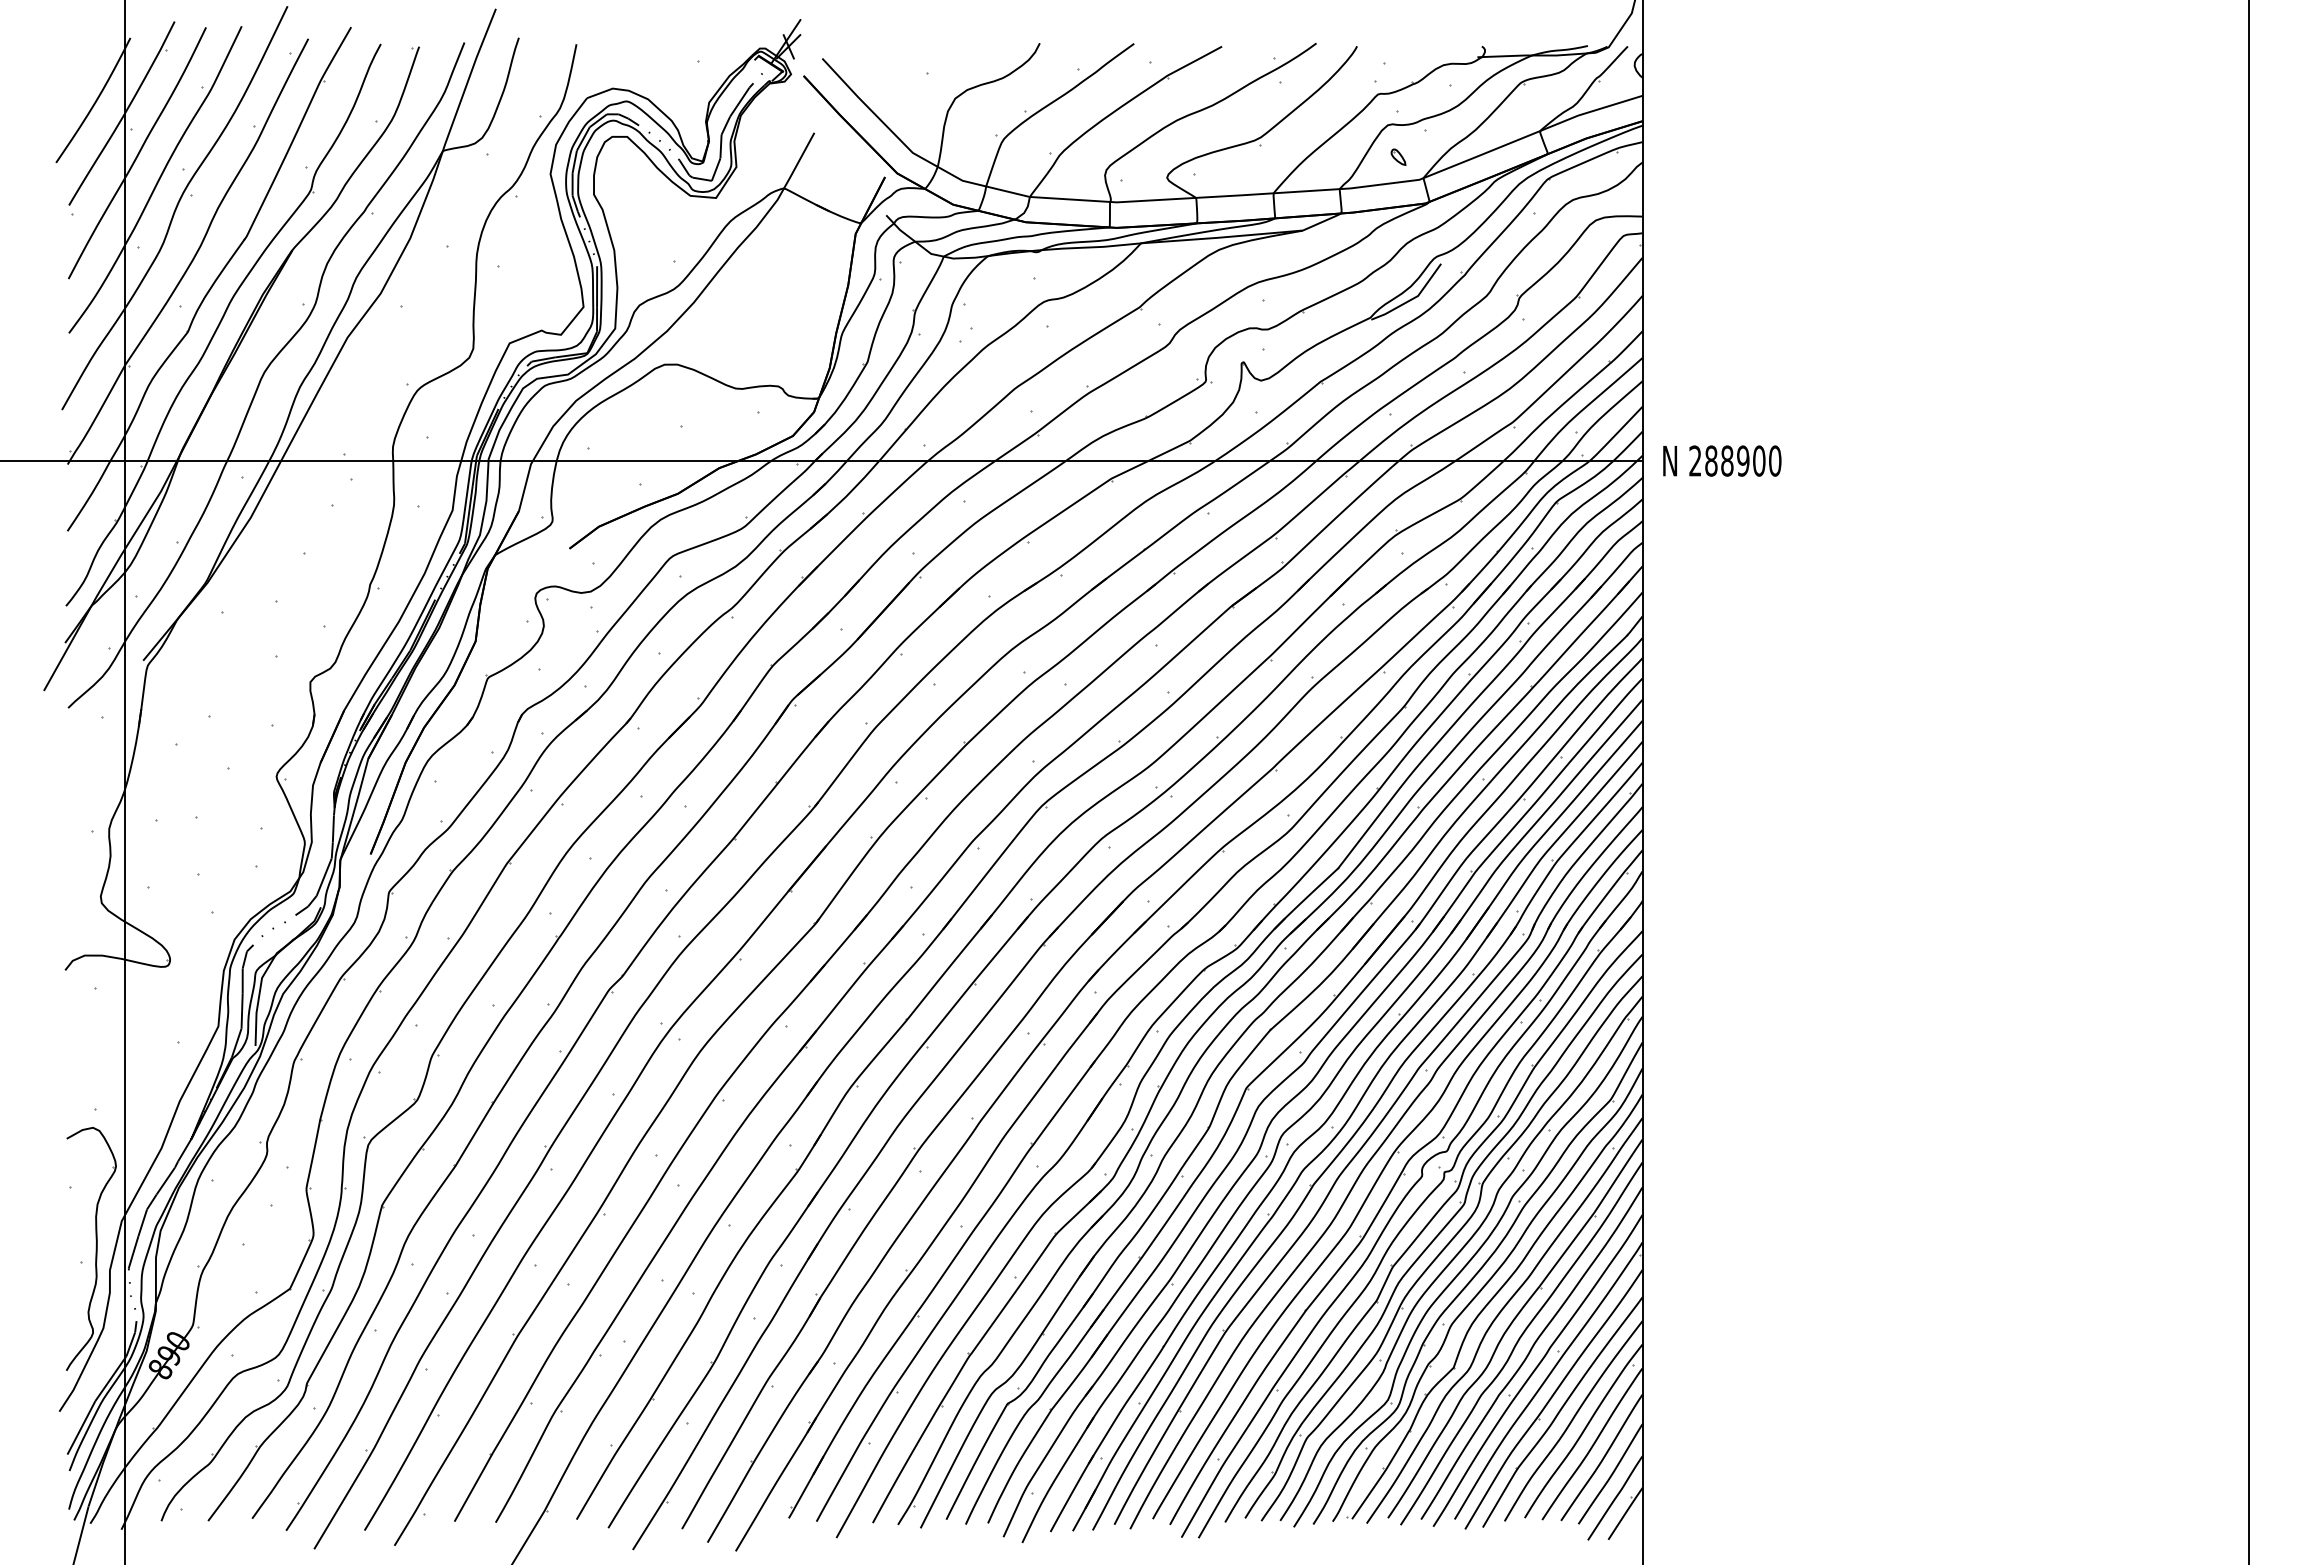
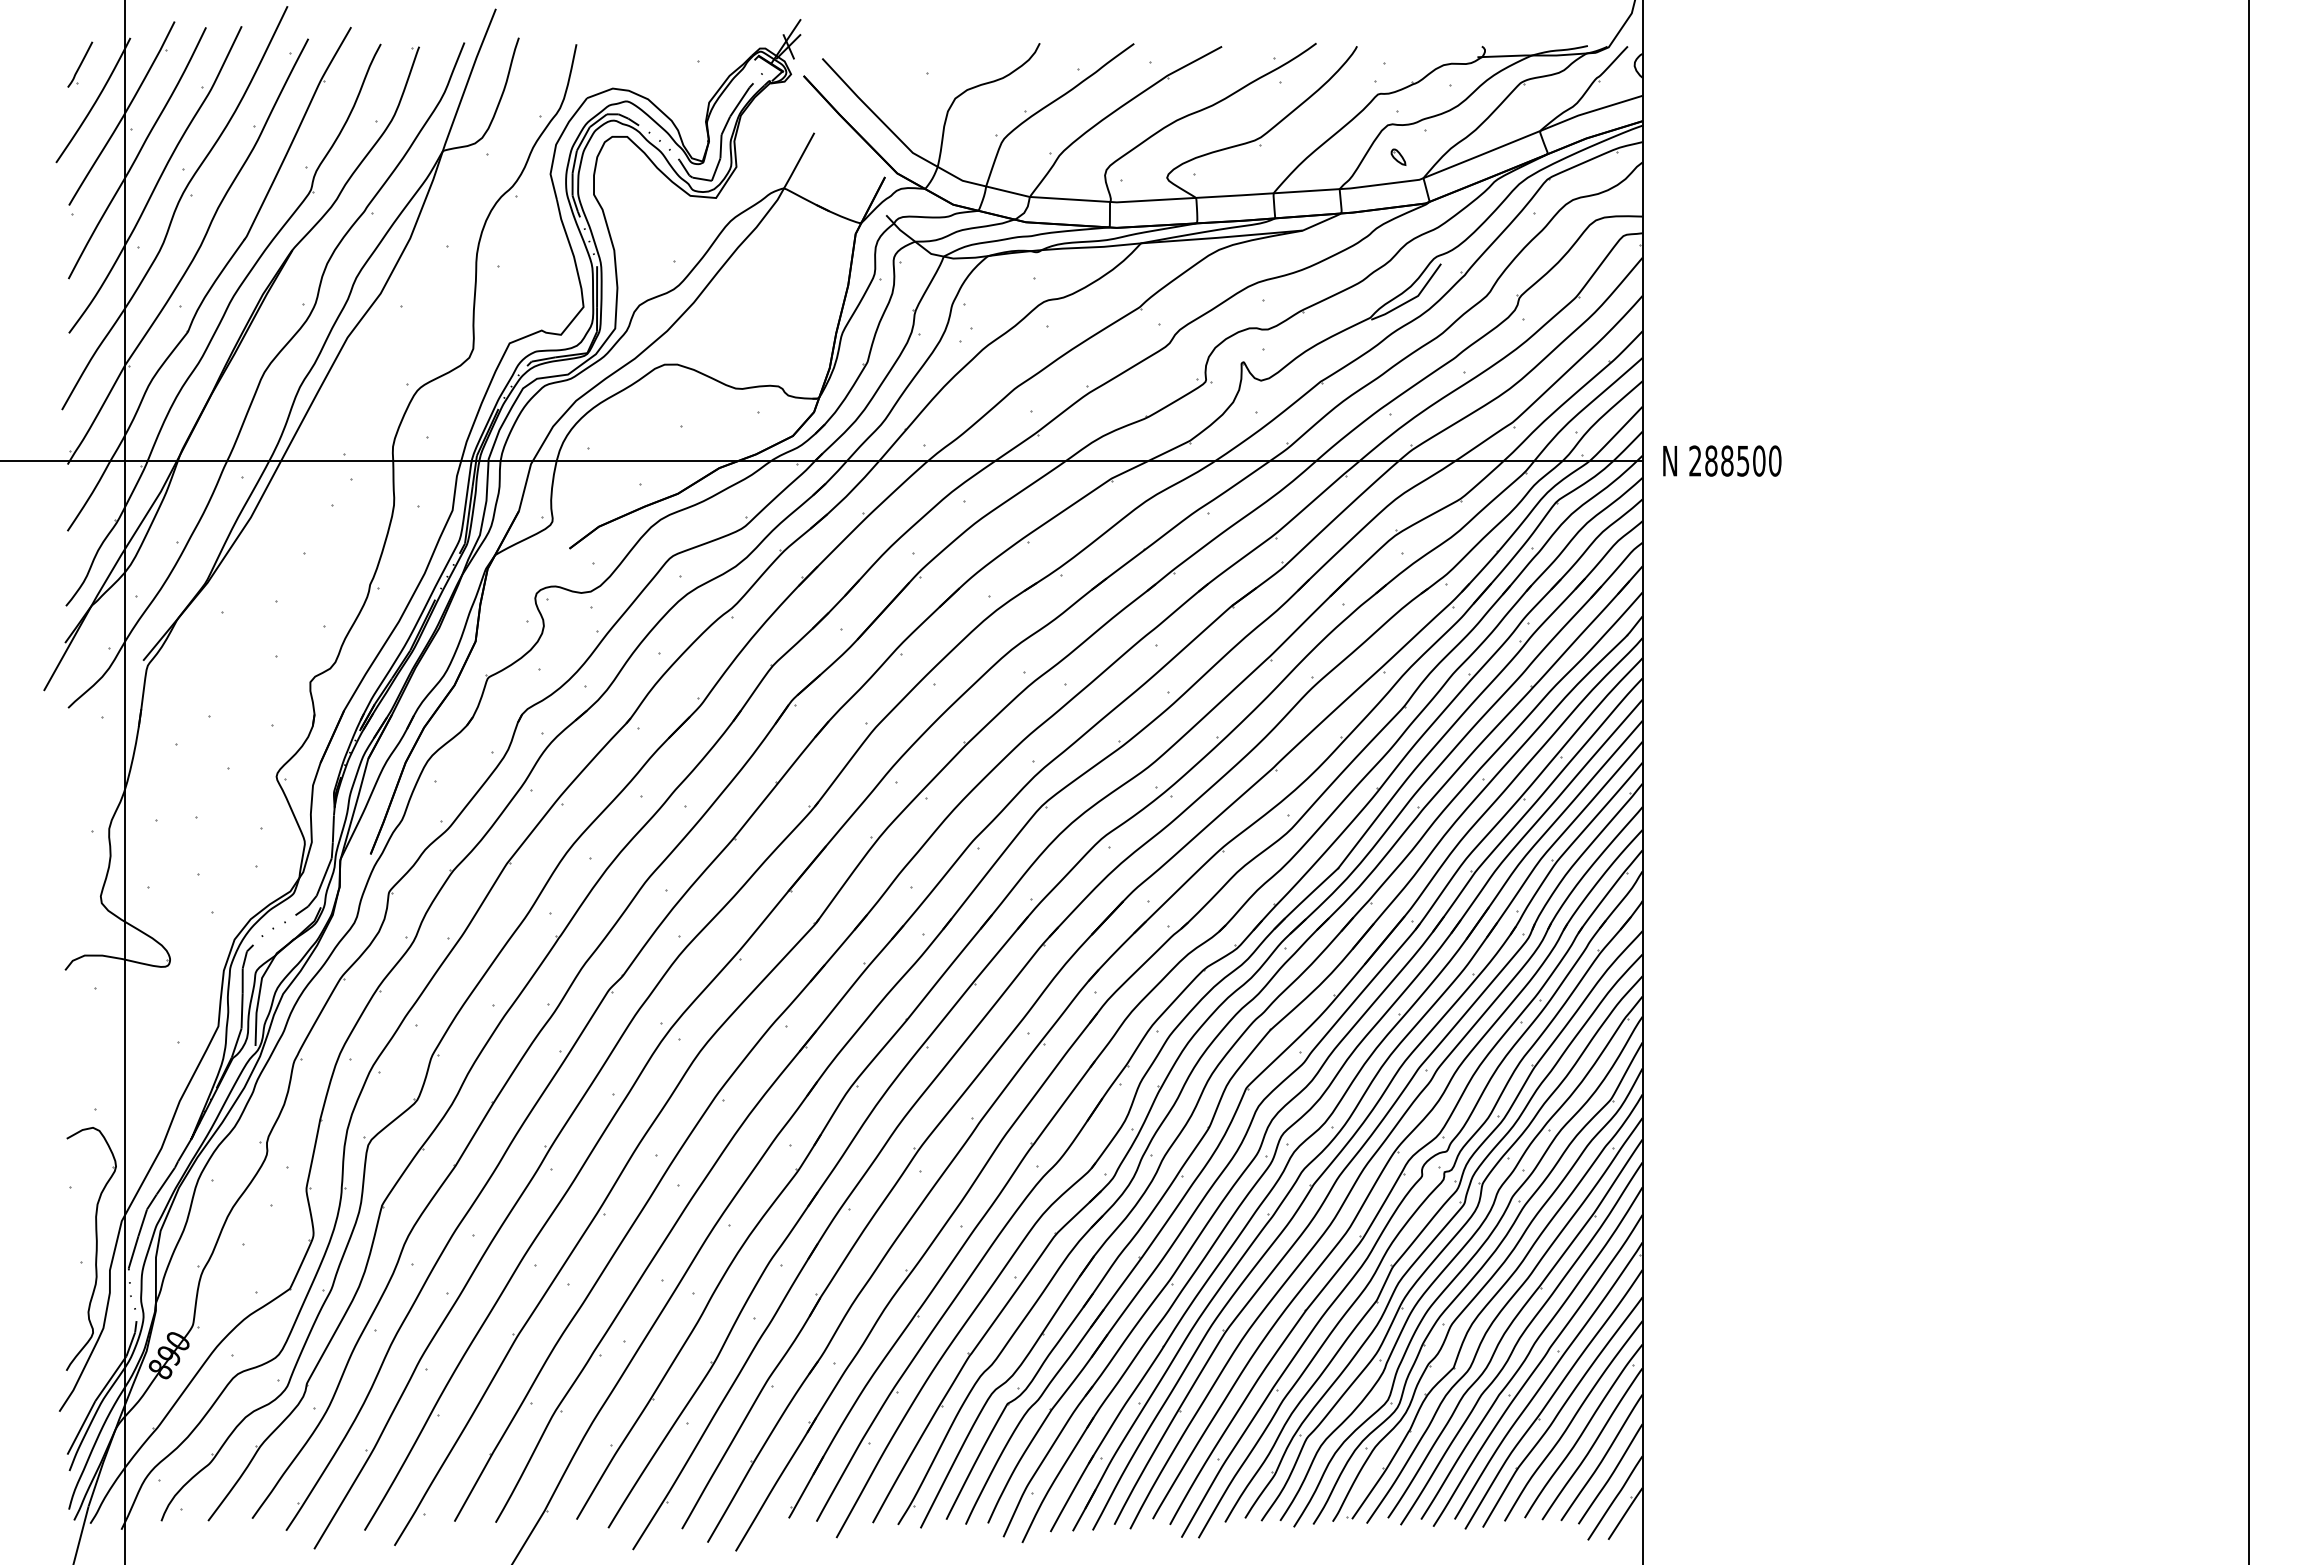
part at (80, 64): none -> present
text at (1743, 460): 288900 -> 288500
